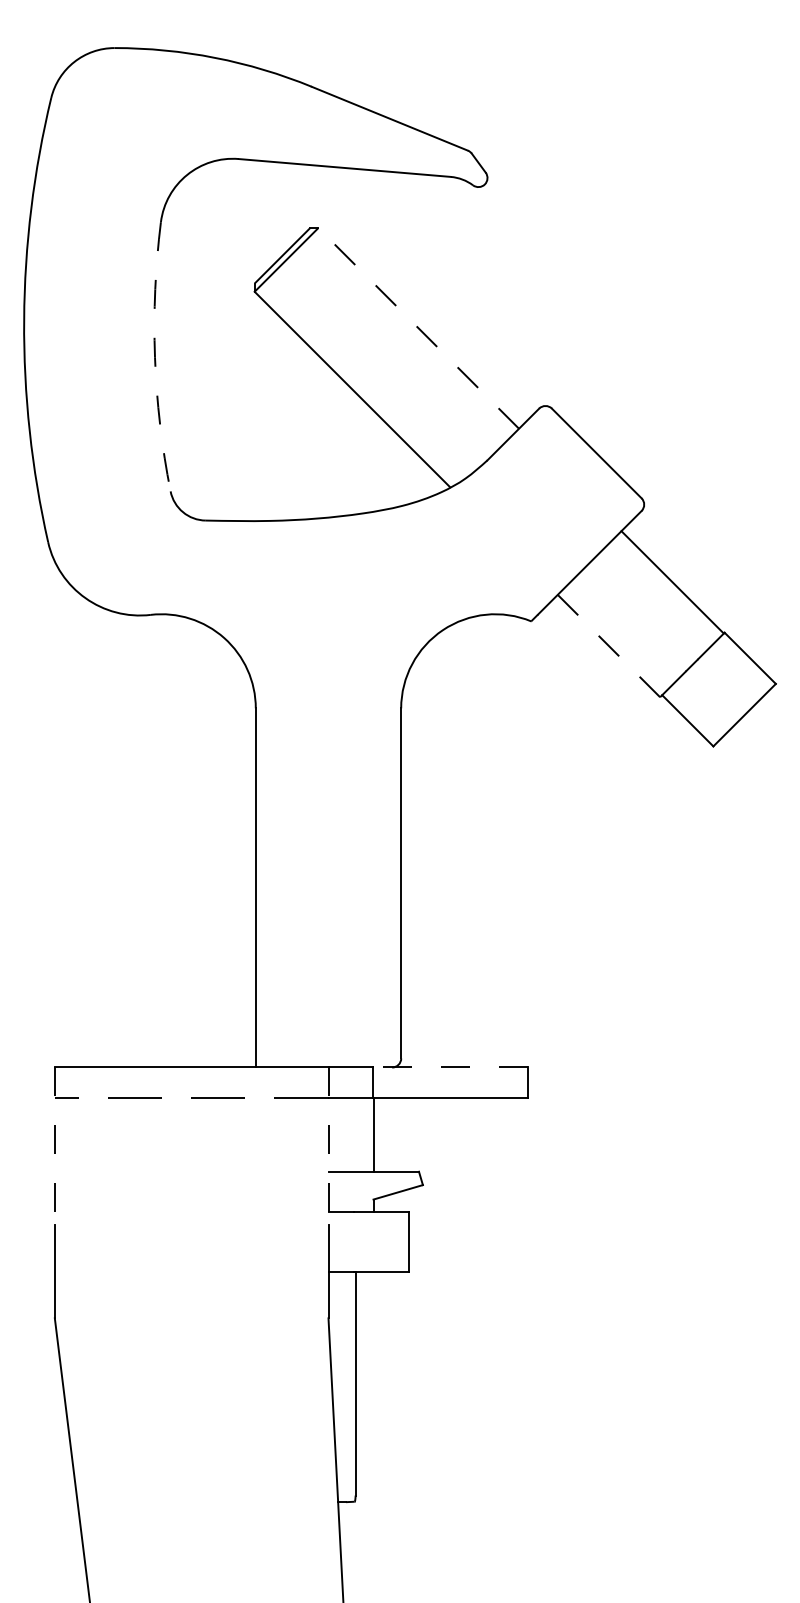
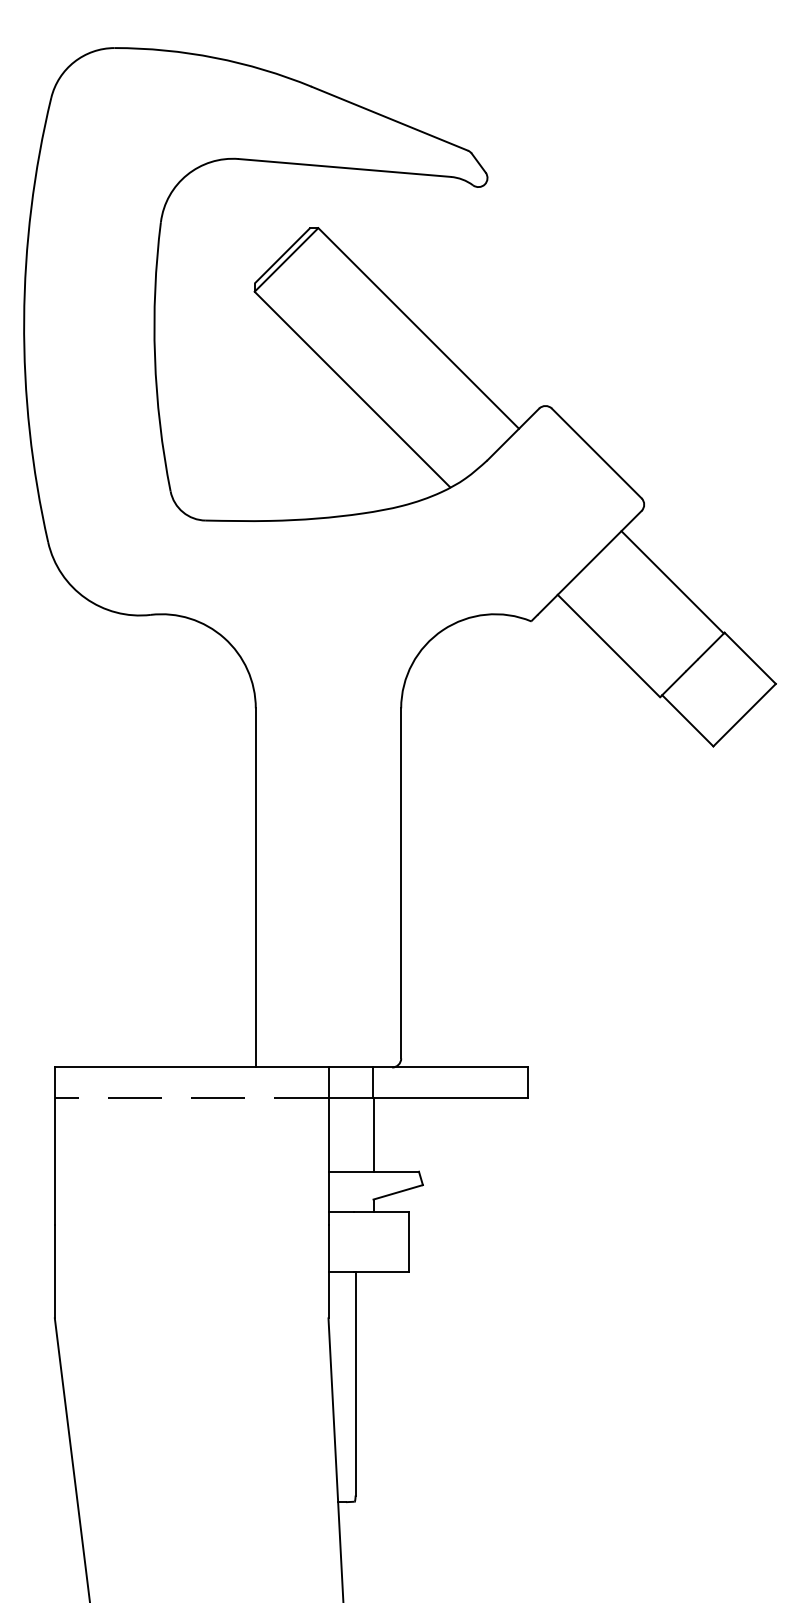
line at (418, 328): dashed -> solid
arc at (155, 357): dashed -> solid
line at (609, 646): dashed -> solid
line at (449, 1067): dashed -> solid
line at (54, 1146): dashed -> solid
line at (328, 1146): dashed -> solid
